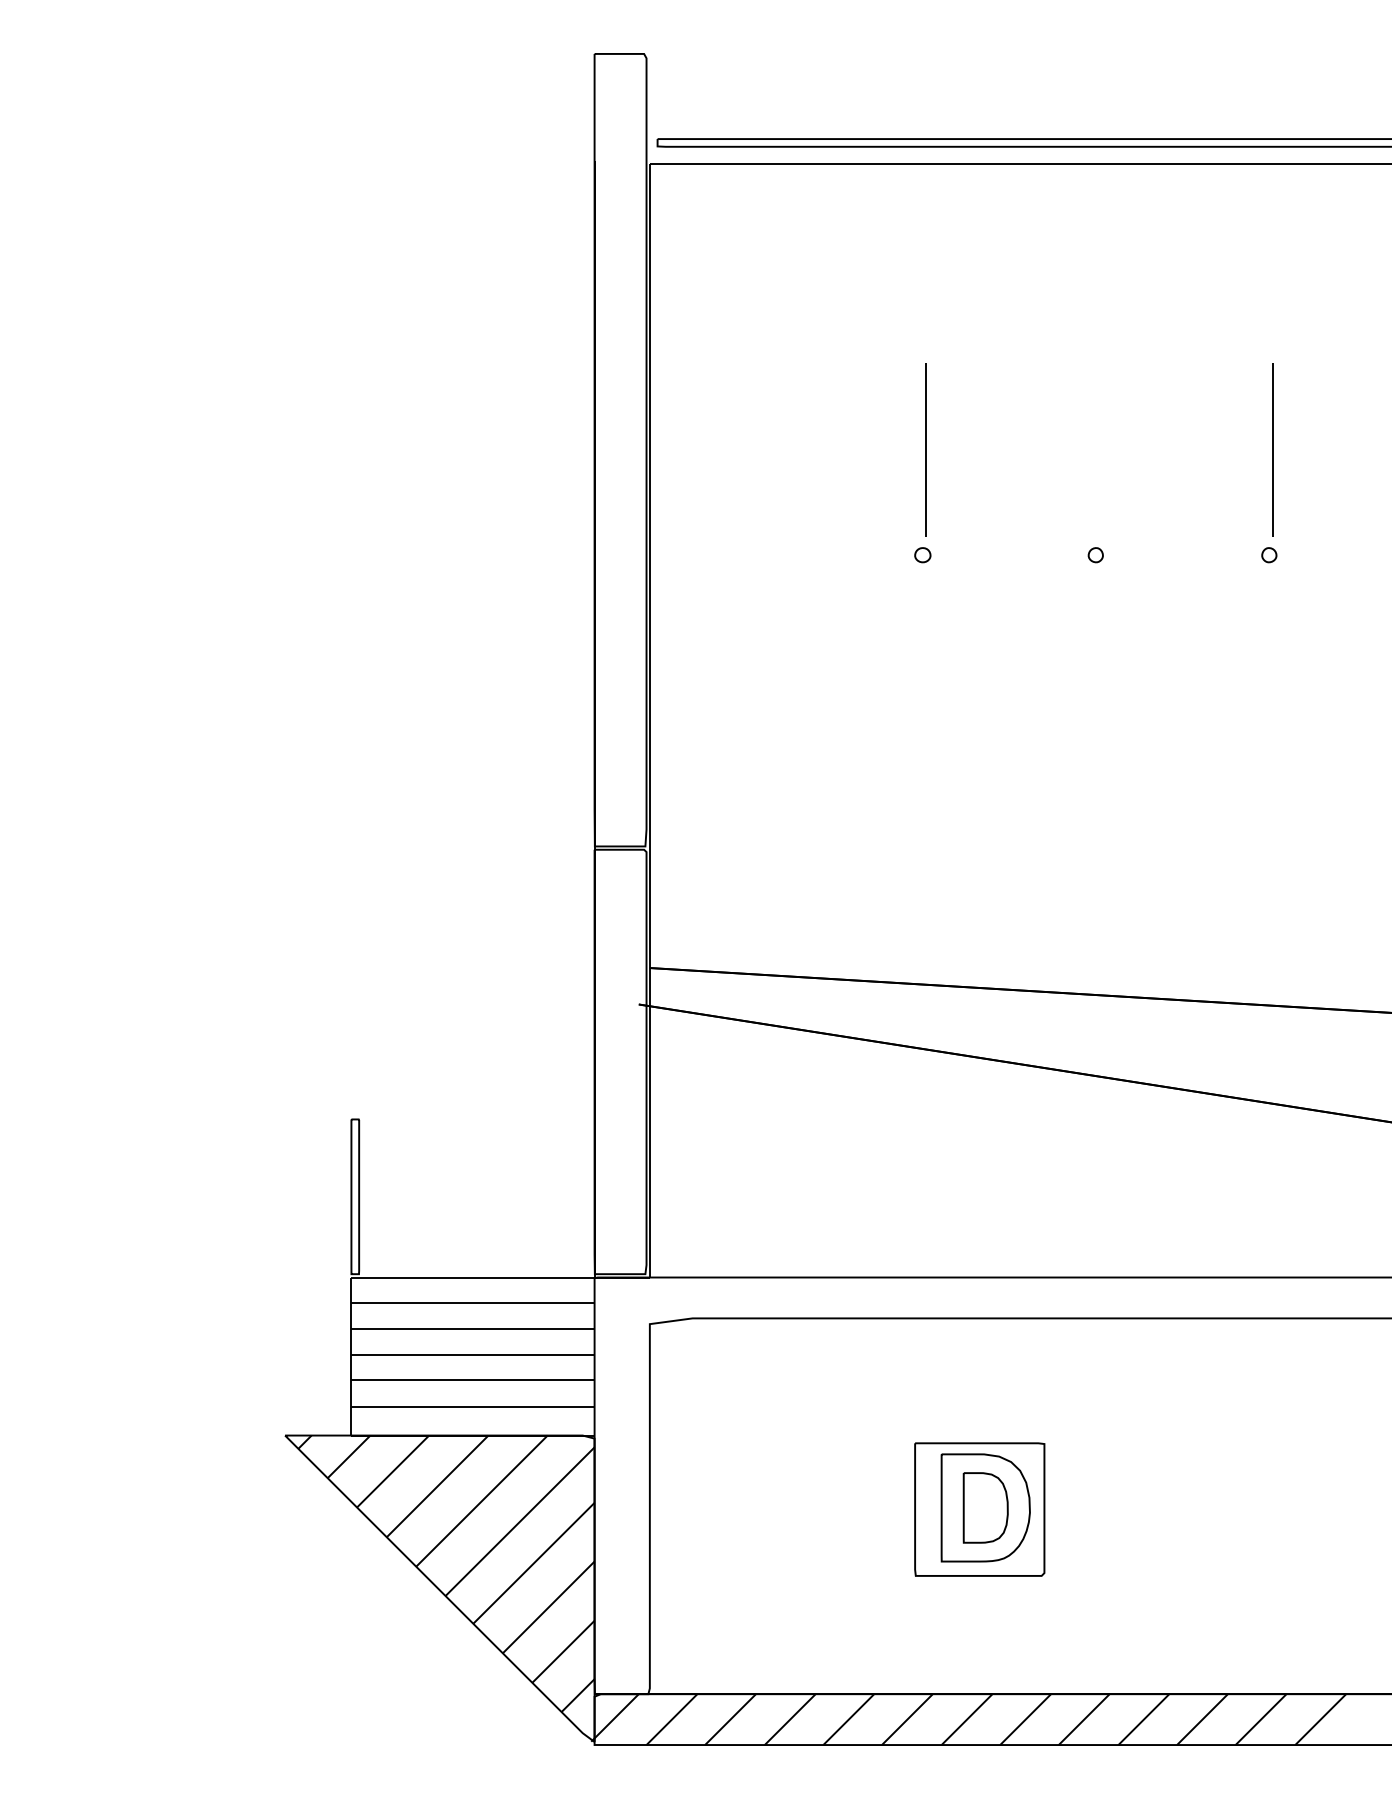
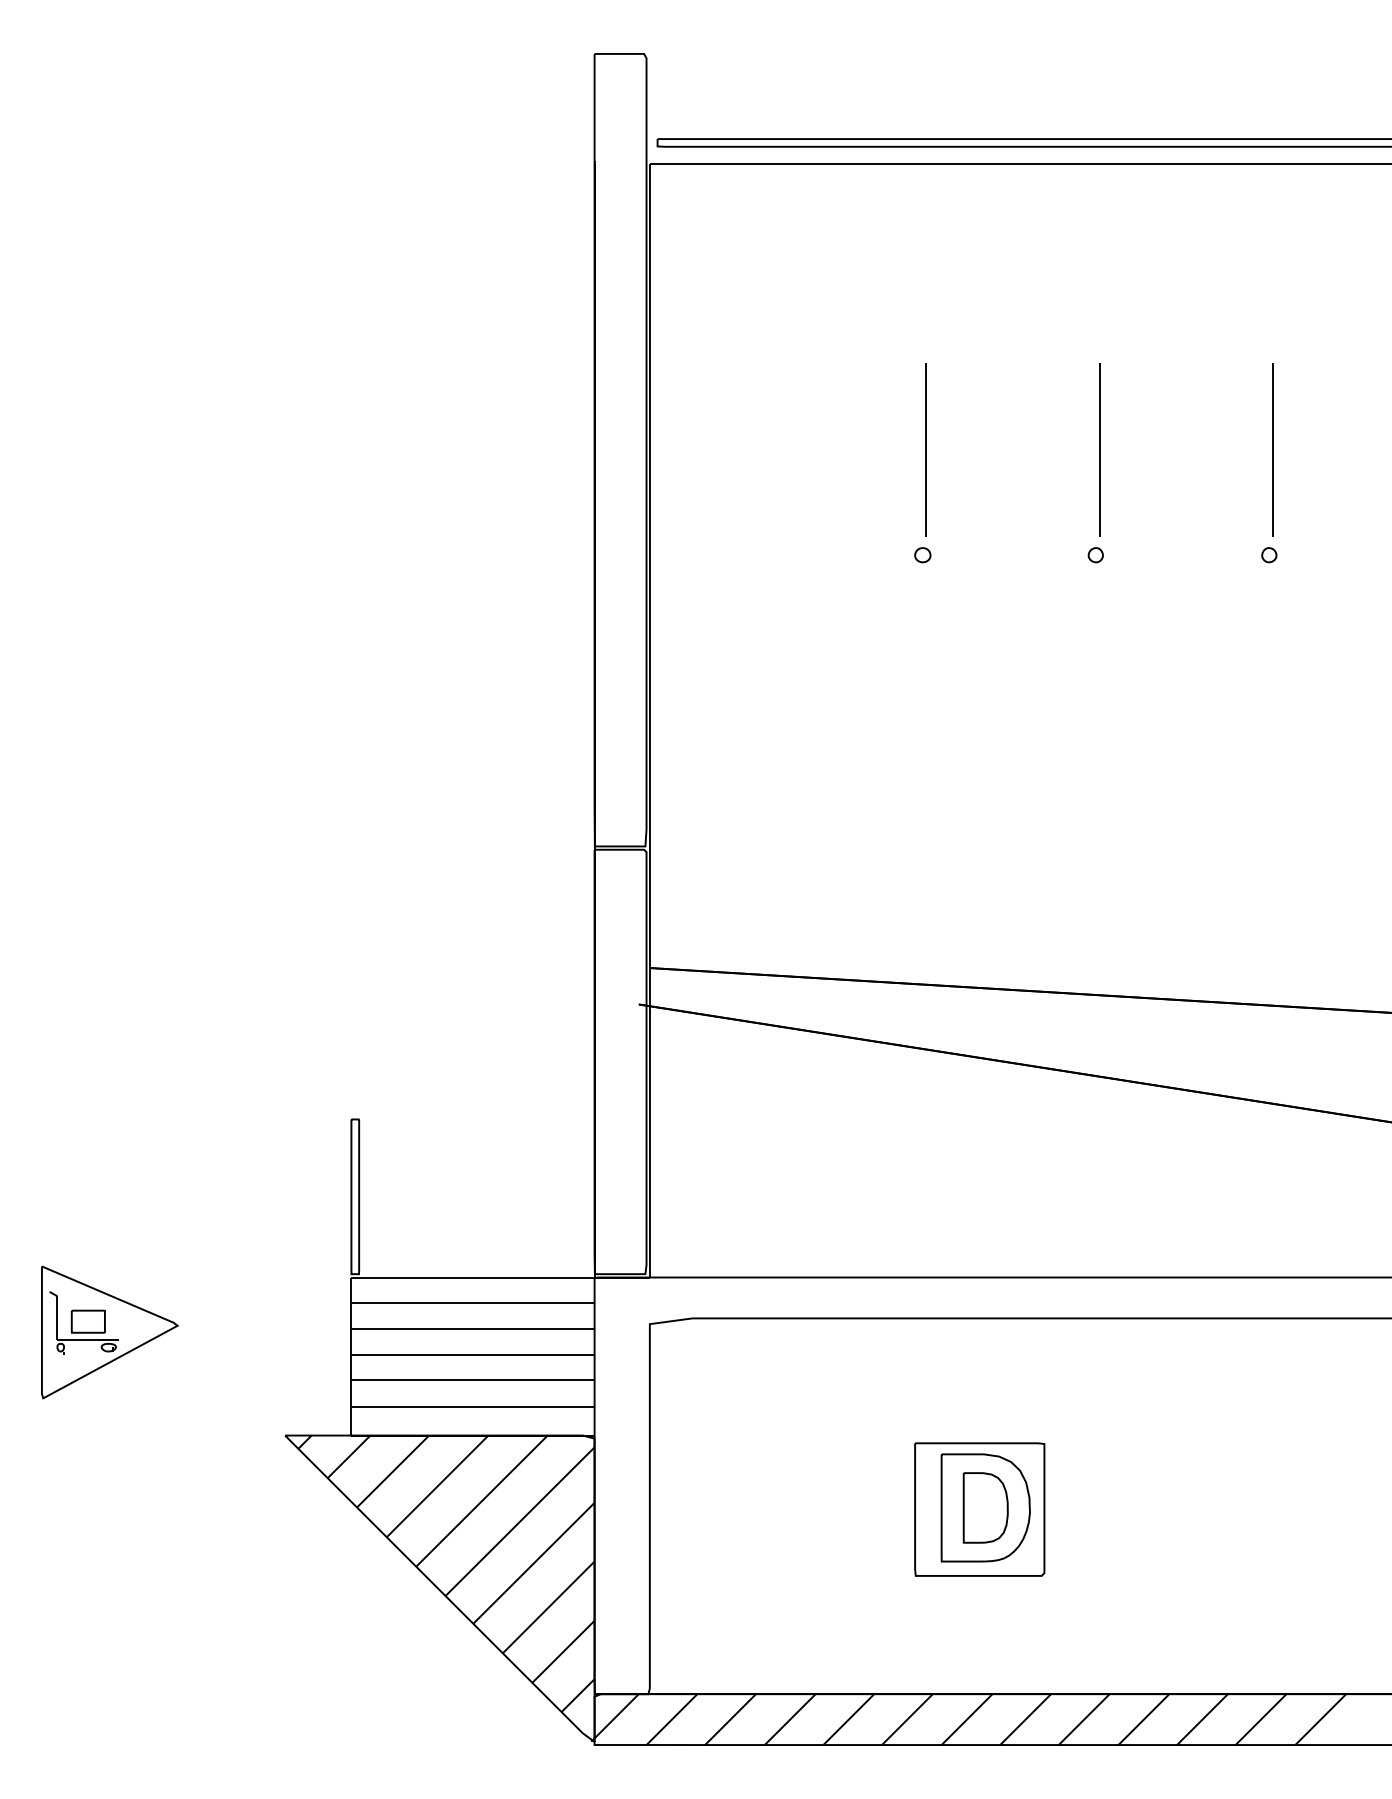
line at (1099, 449): none -> present
part at (109, 1332): none -> present
